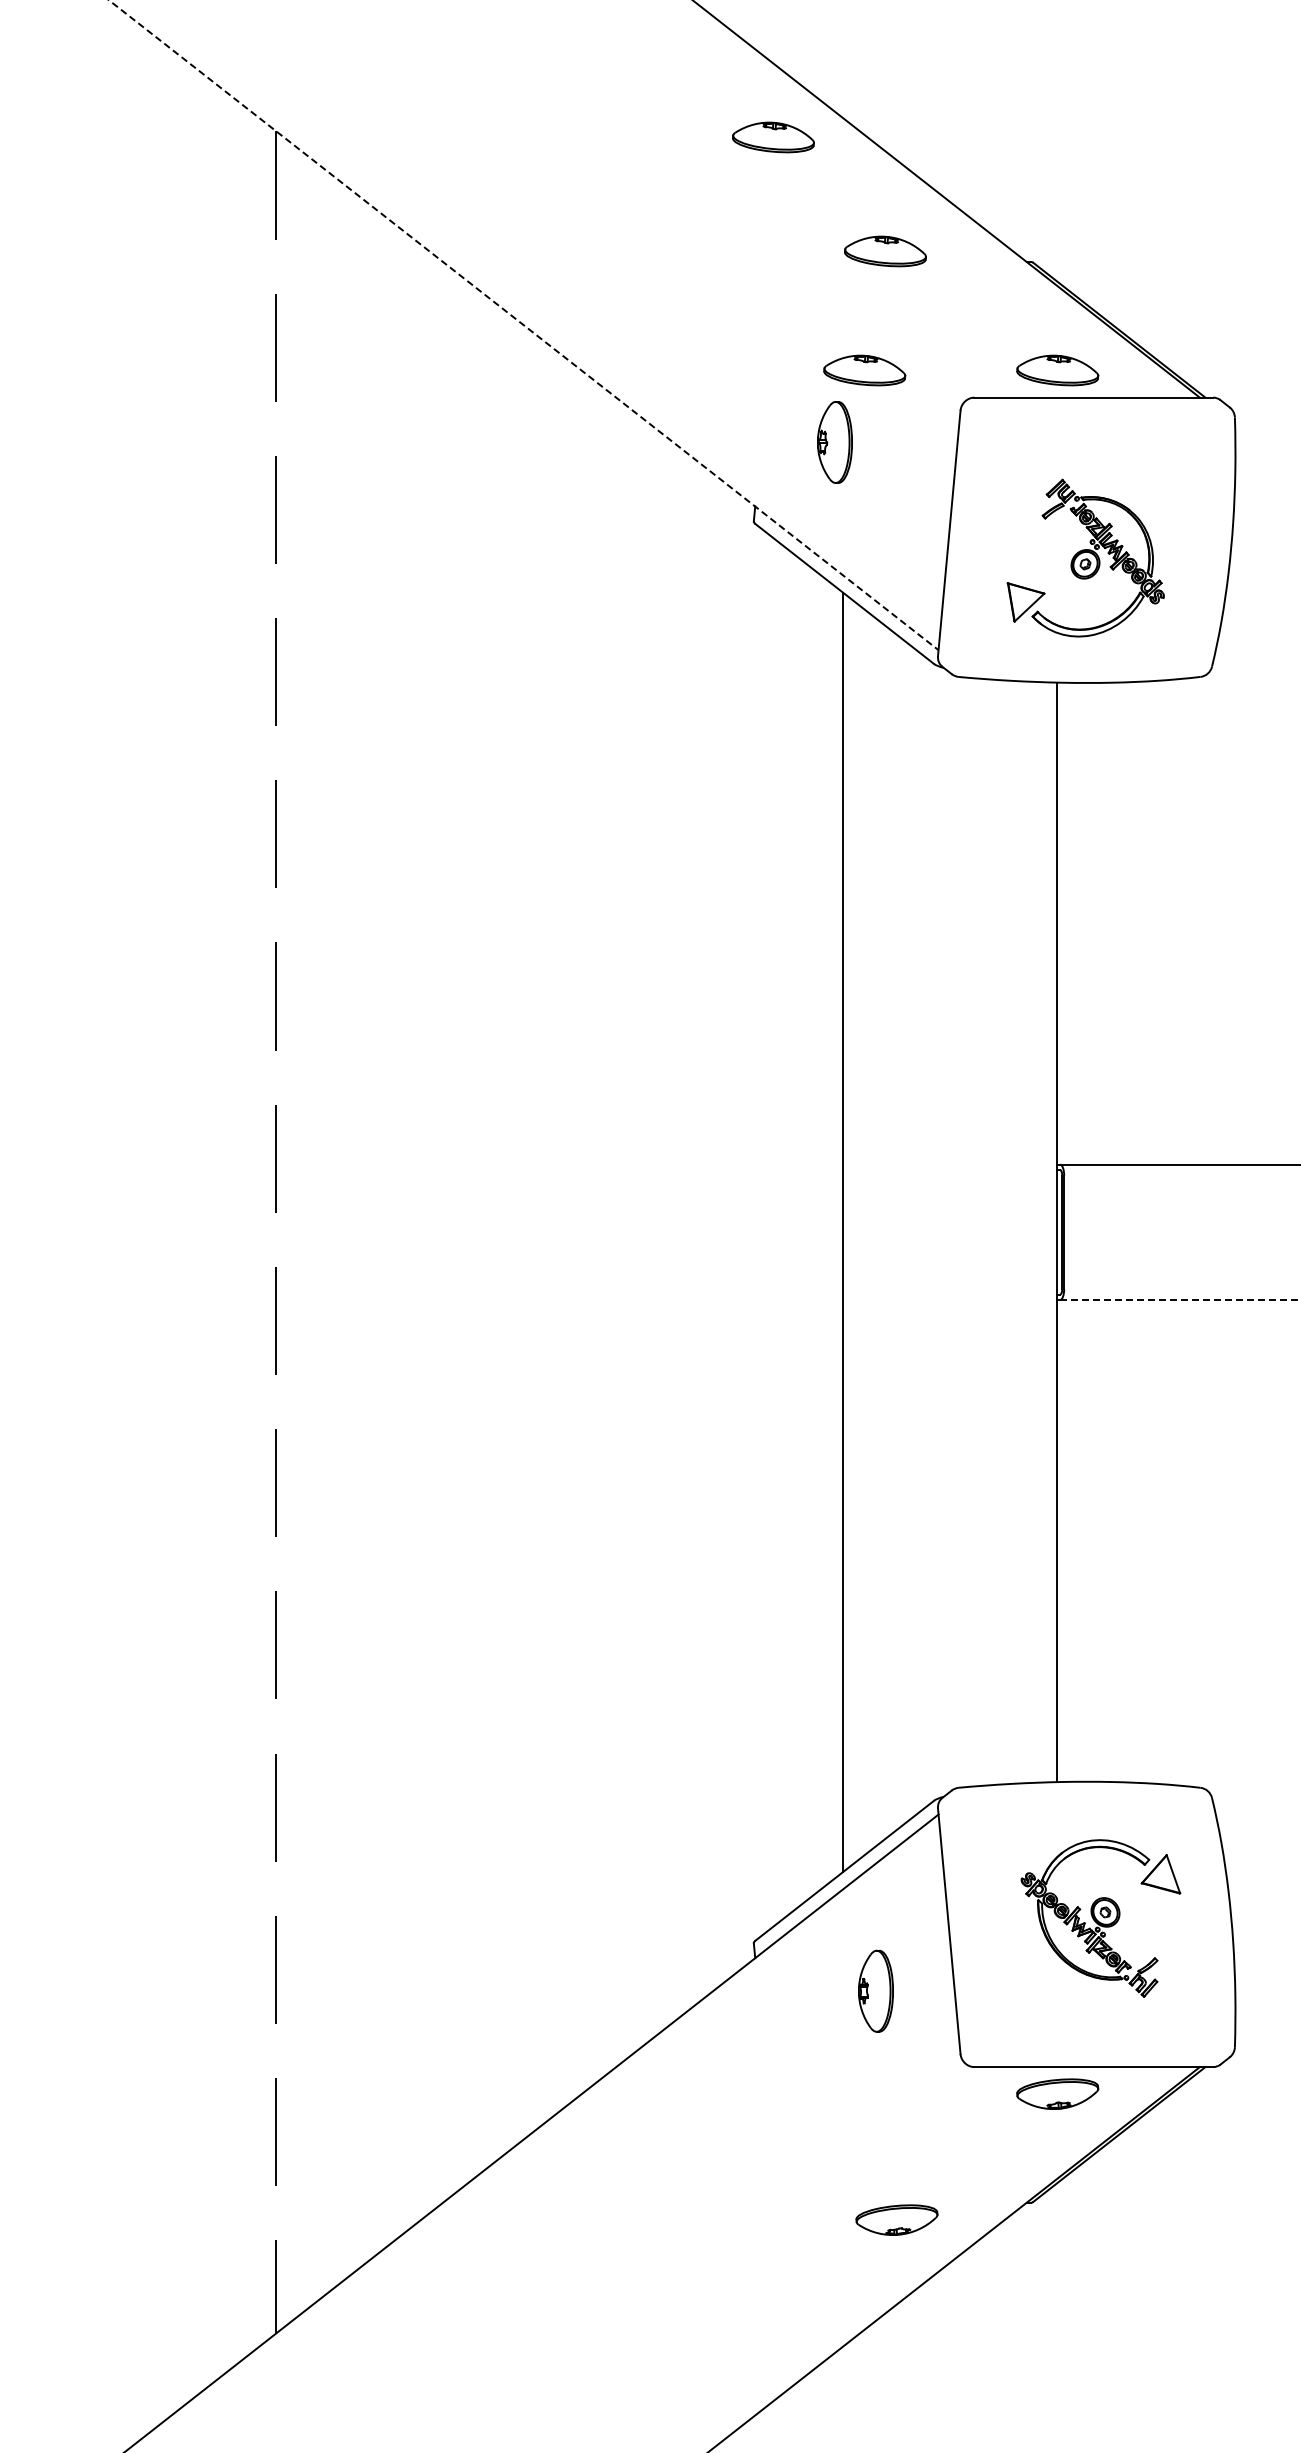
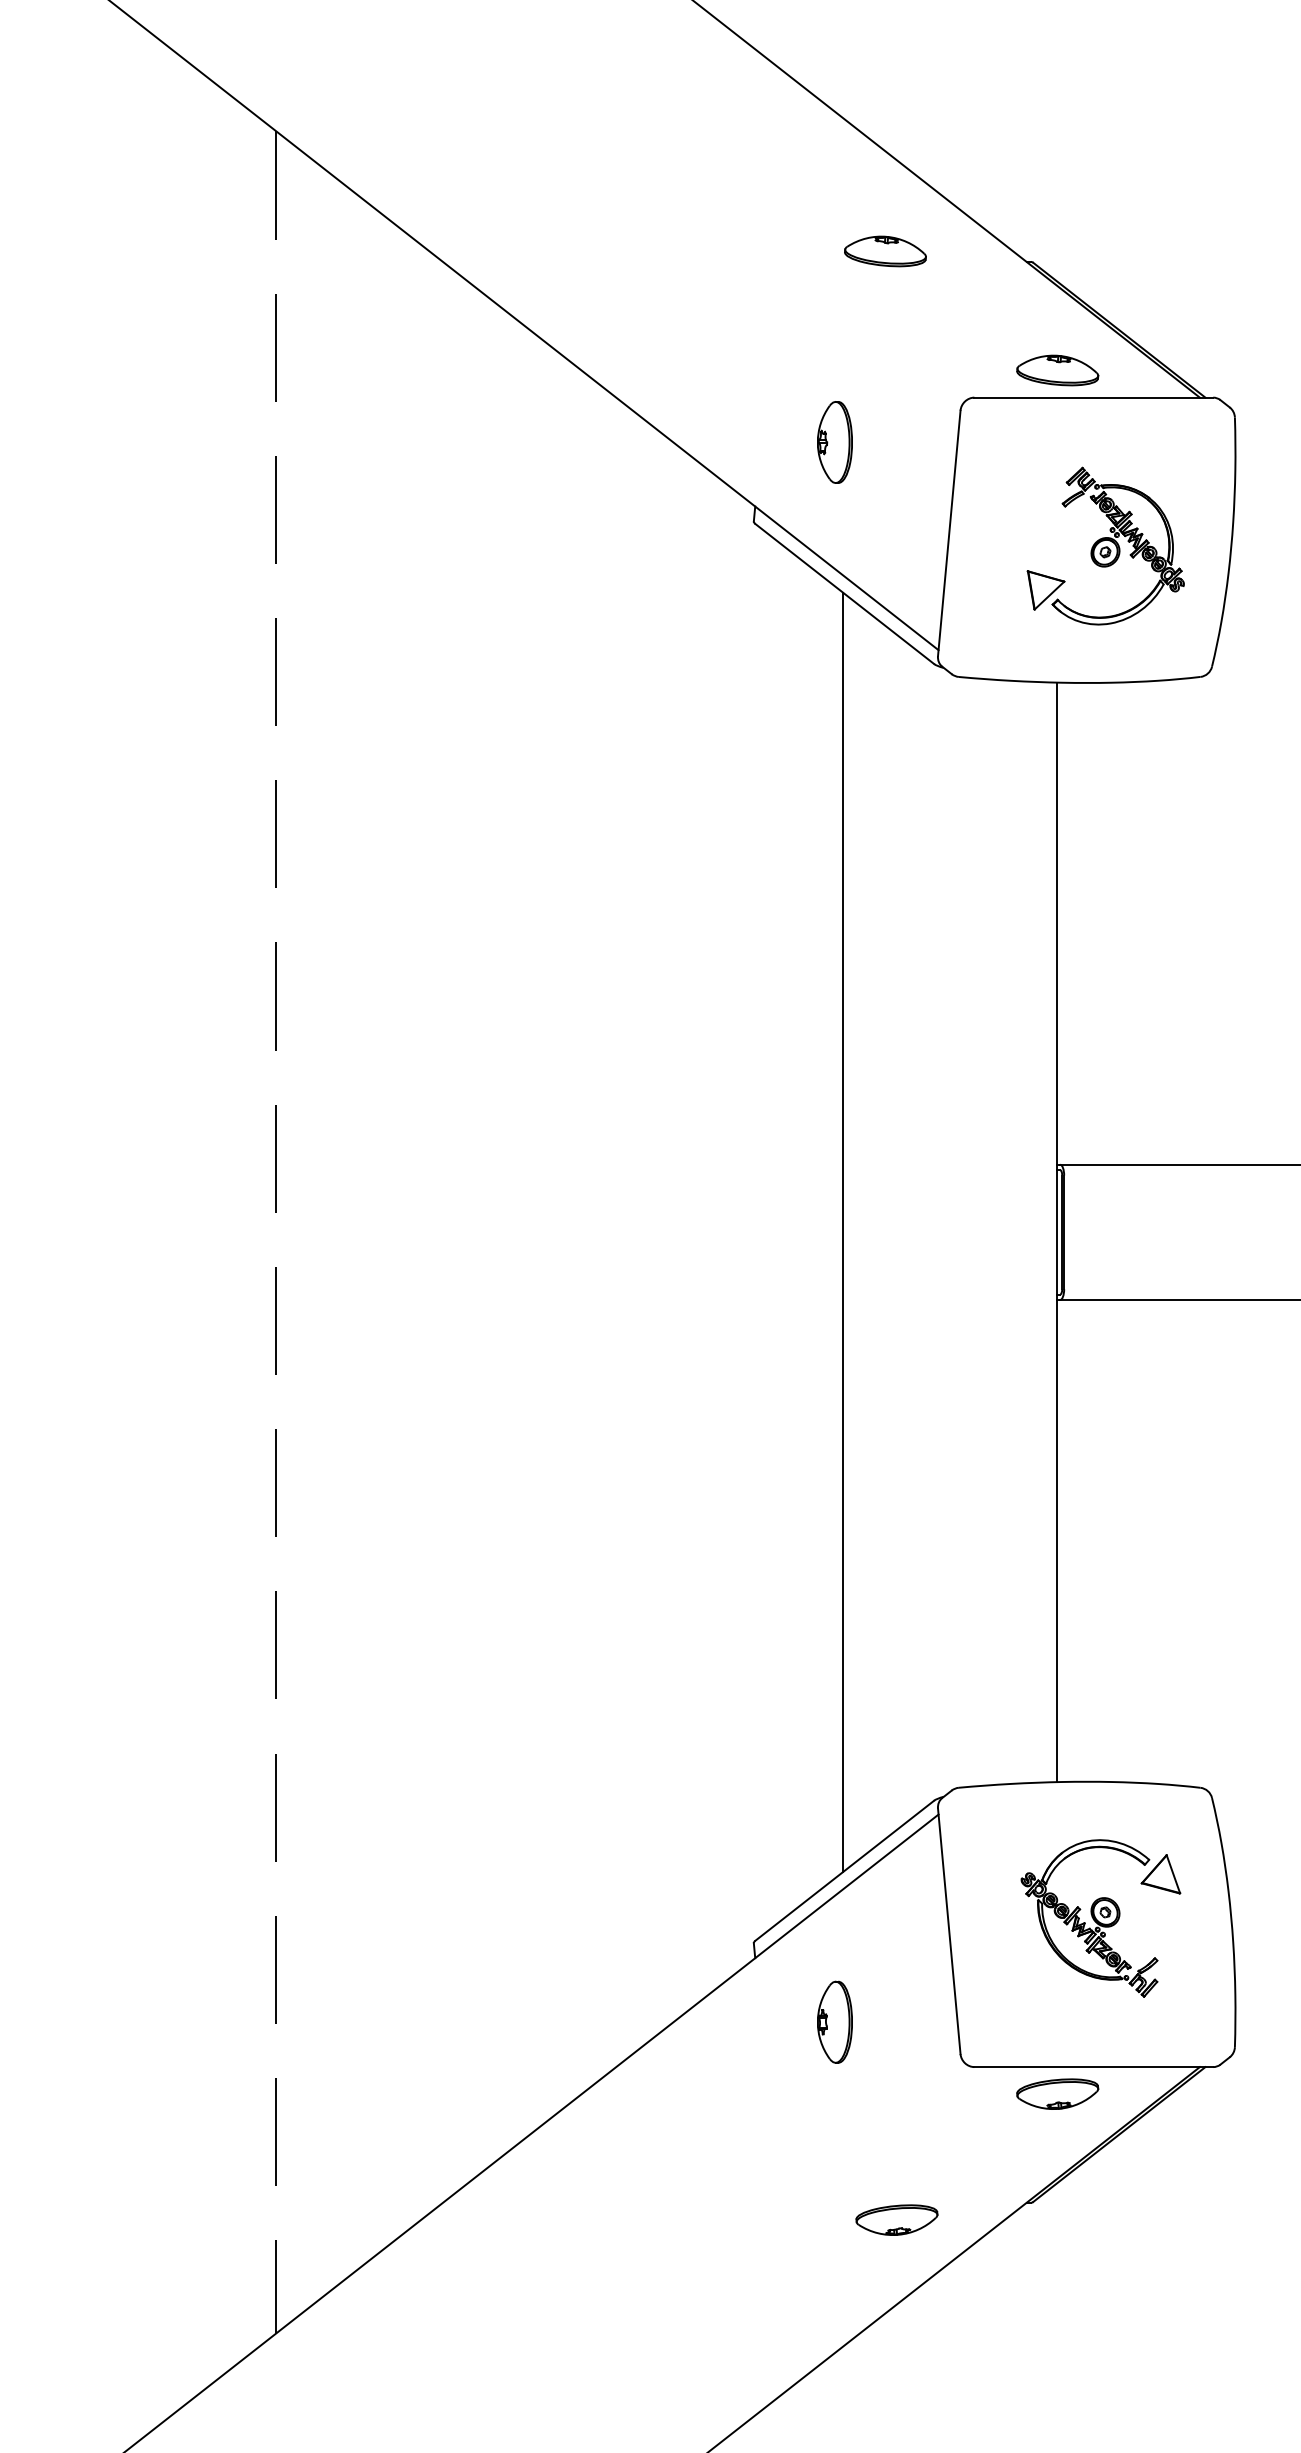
part at (773, 137): present -> none
line at (523, 325): dashed -> solid
part at (864, 370): present -> none
part at (1085, 557) position: (1085, 557) -> (1105, 545)
line at (1180, 1299): dashed -> solid
part at (875, 1990) position: (875, 1990) -> (834, 2021)
